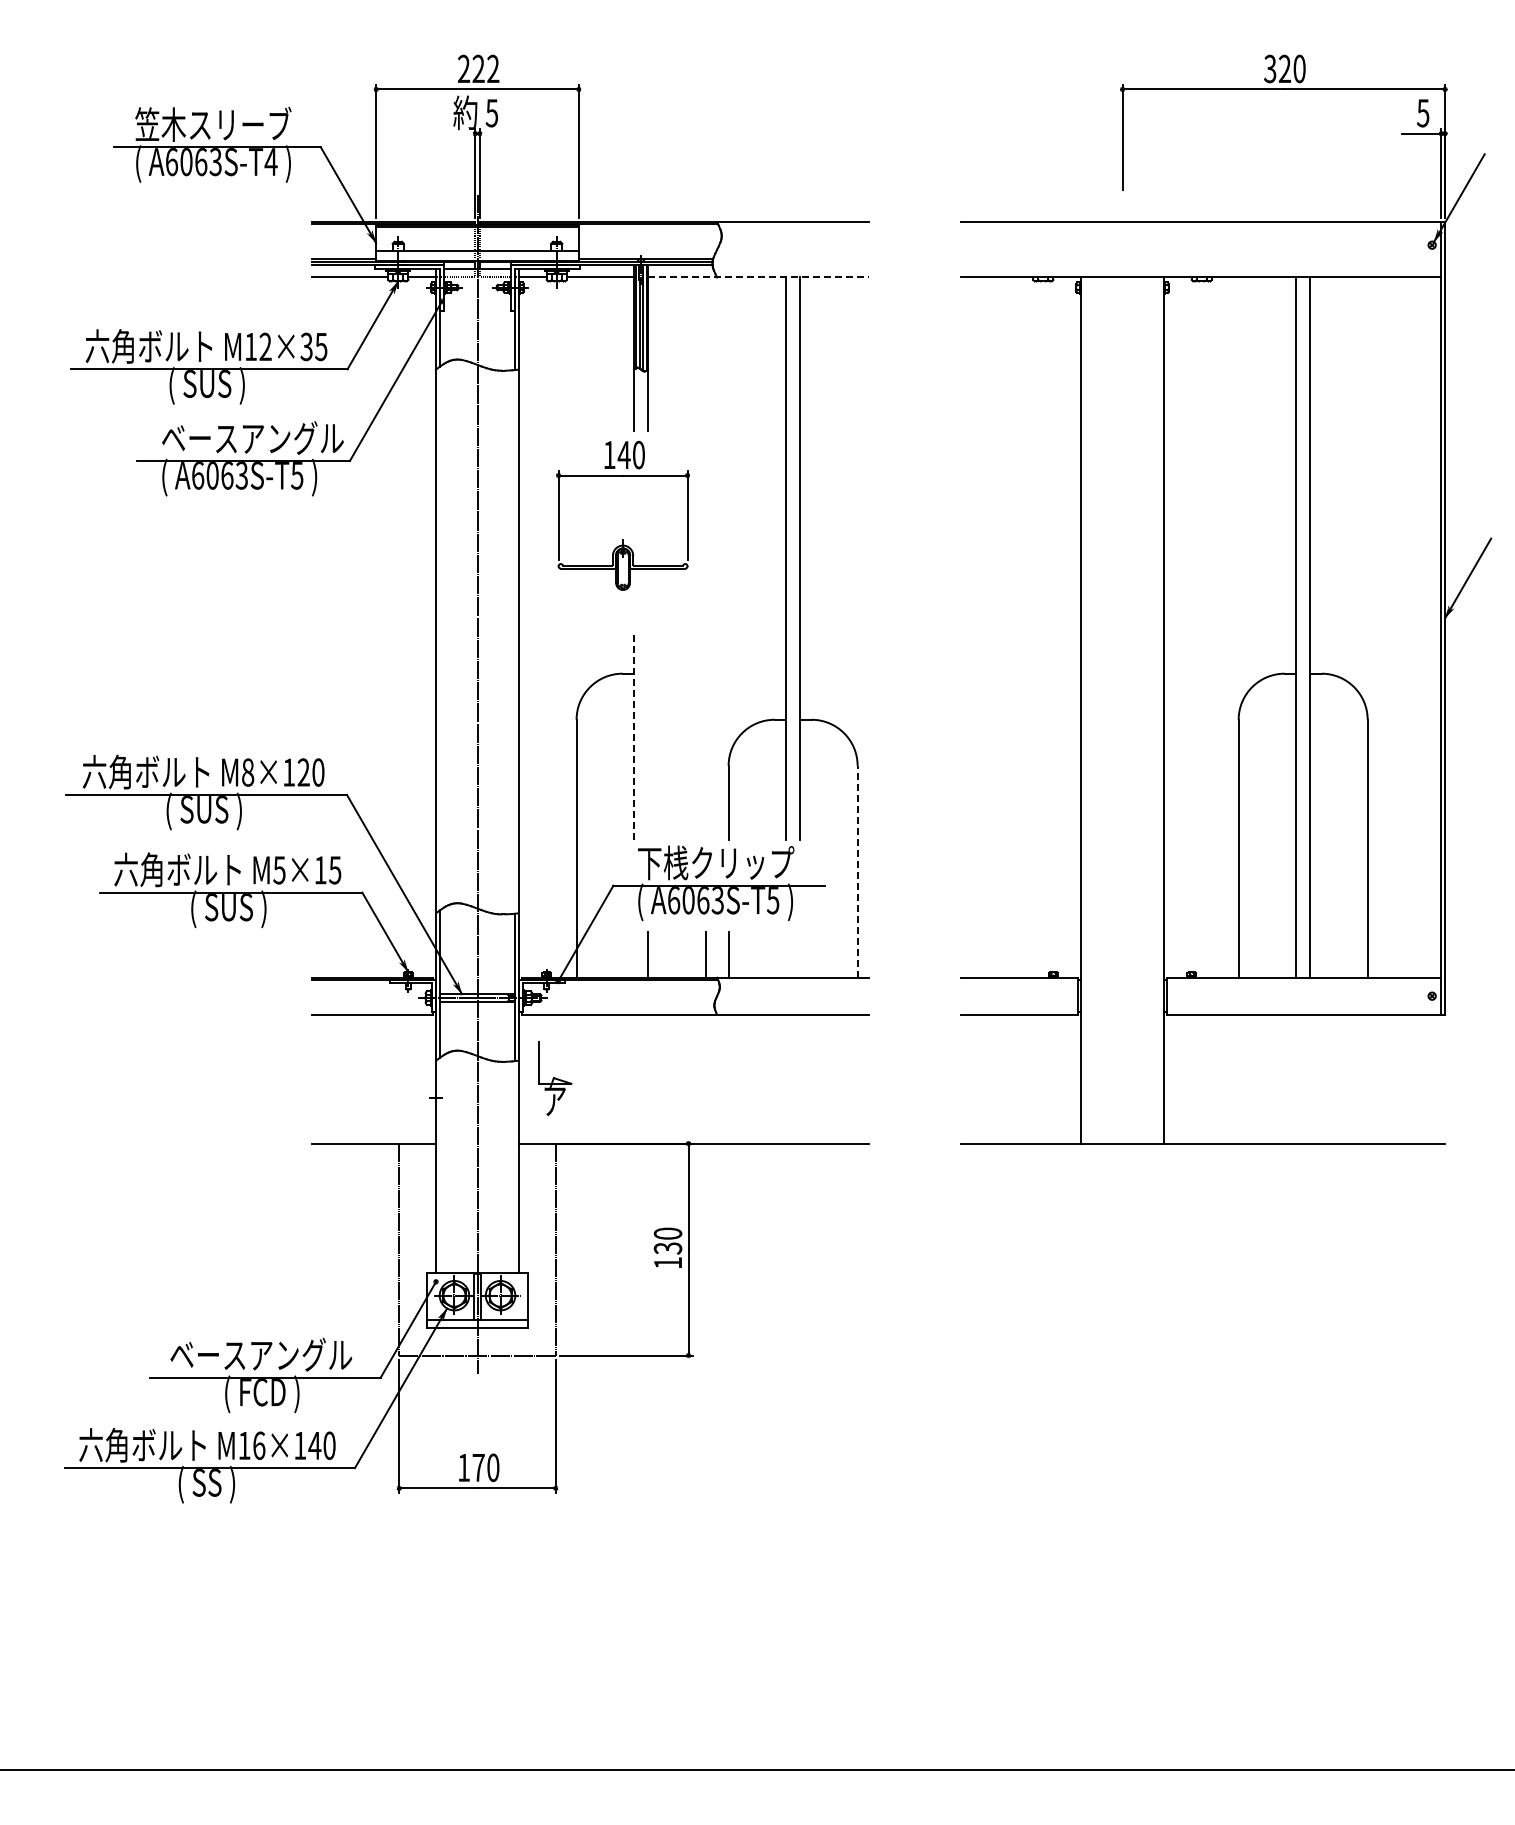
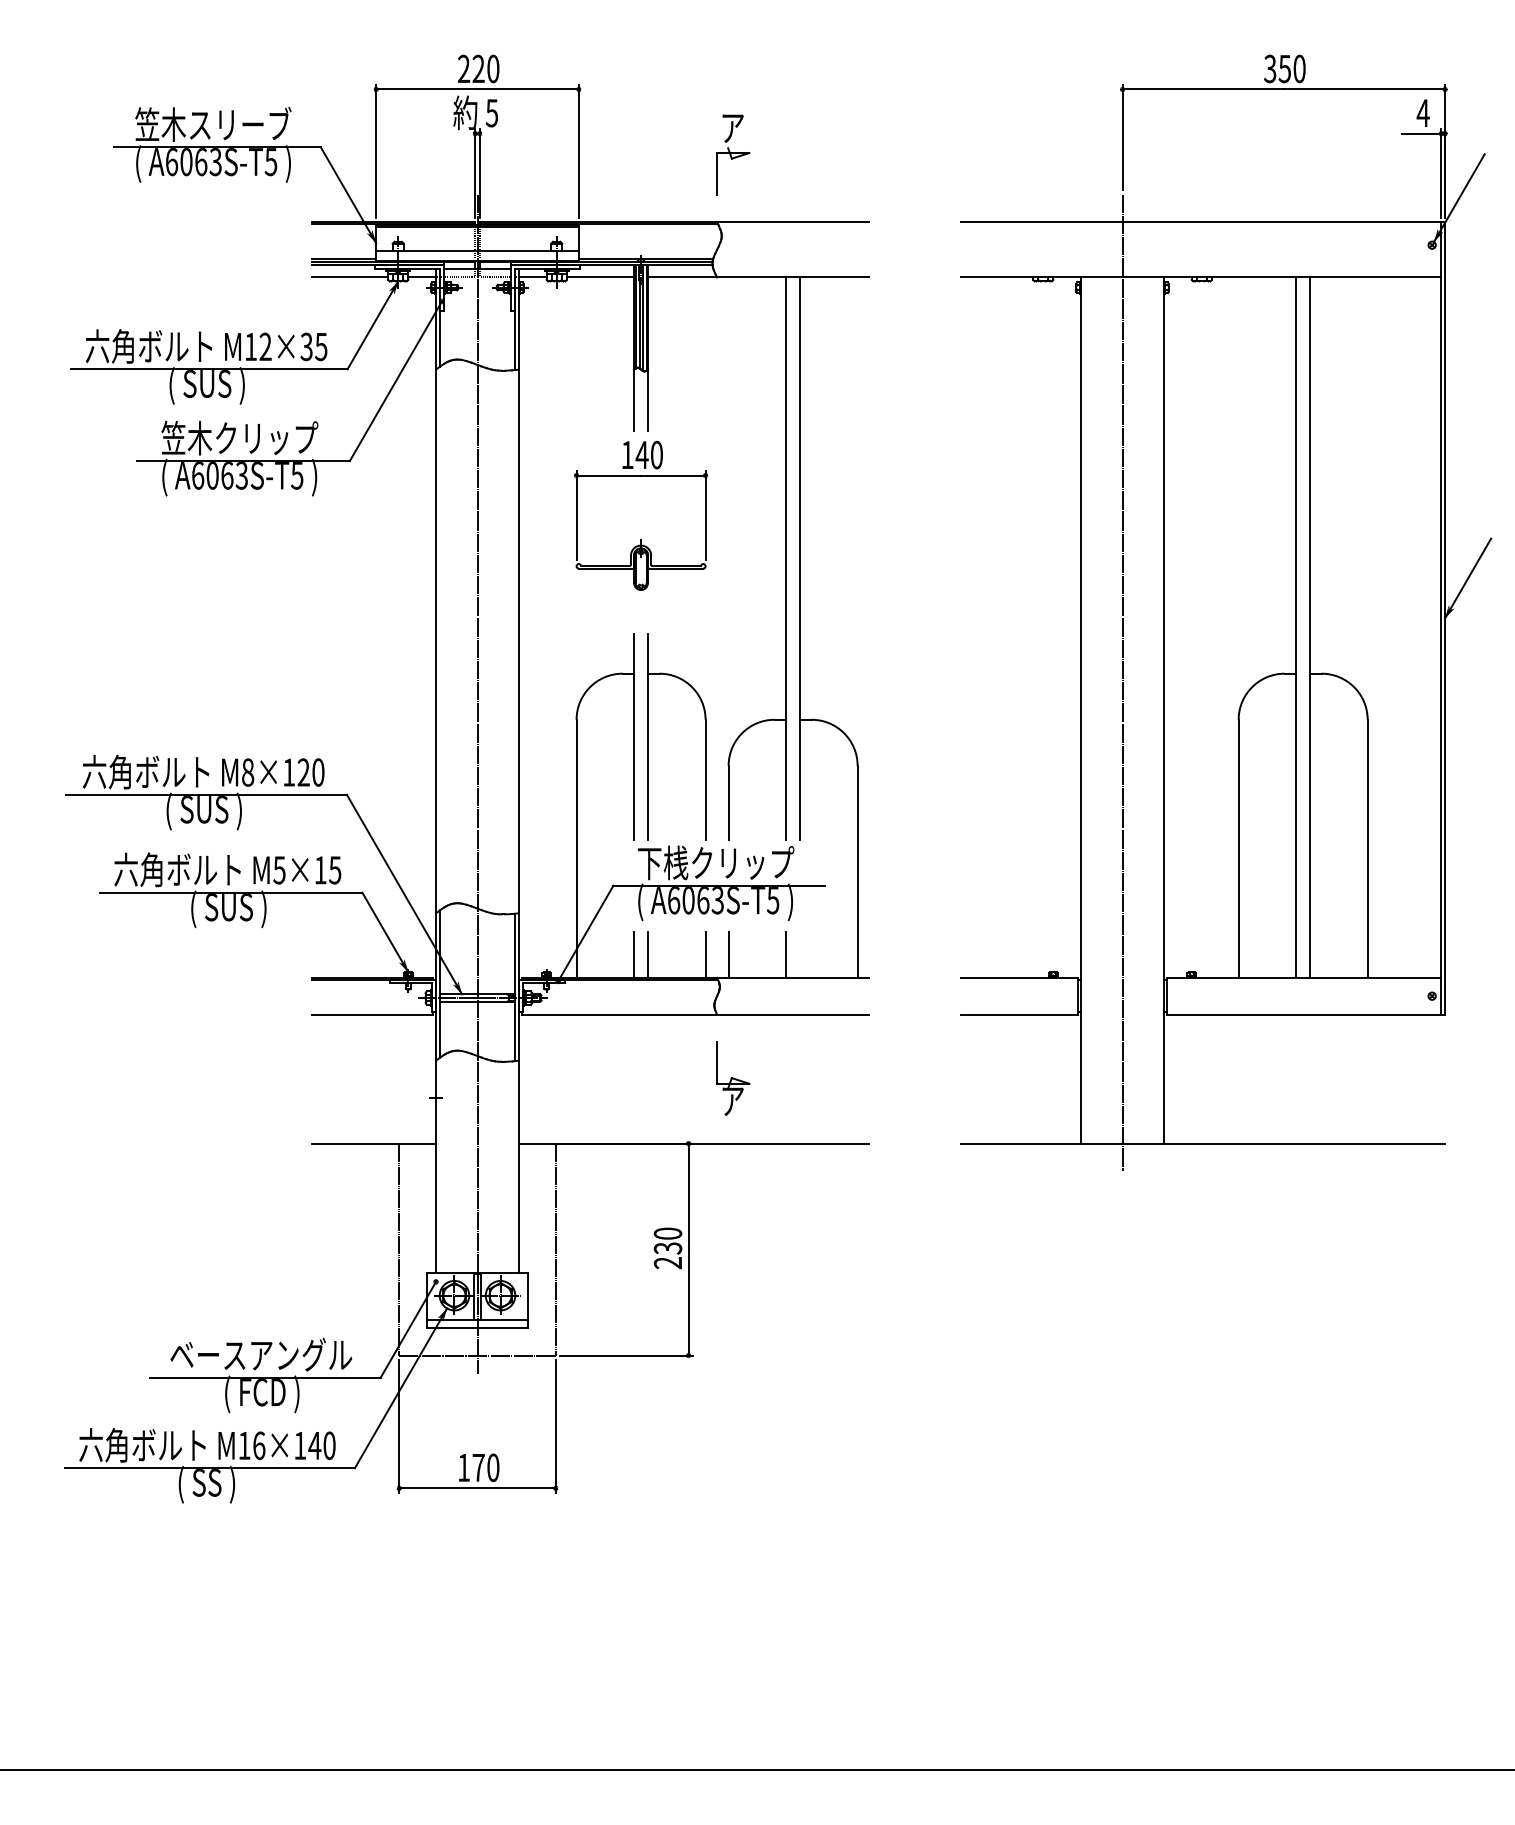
text at (493, 68): 222 -> 220
text at (1284, 68): 320 -> 350
text at (1422, 113): 5 -> 4
part at (733, 154): none -> present
text at (270, 162): A6063S-T4 -> A6063S-T5
line at (758, 277): dashed -> solid
text at (252, 437): ベースアングル -> 笠木クリップ
part at (622, 539) position: (622, 539) -> (640, 539)
line at (1122, 682): none -> present
line at (634, 736): dashed -> solid
part at (648, 736): none -> present
line at (857, 871): dashed -> solid
line at (634, 954): none -> present
line at (786, 954): none -> present
part at (555, 1078) position: (555, 1078) -> (733, 1078)
text at (667, 1263): 130 -> 230
